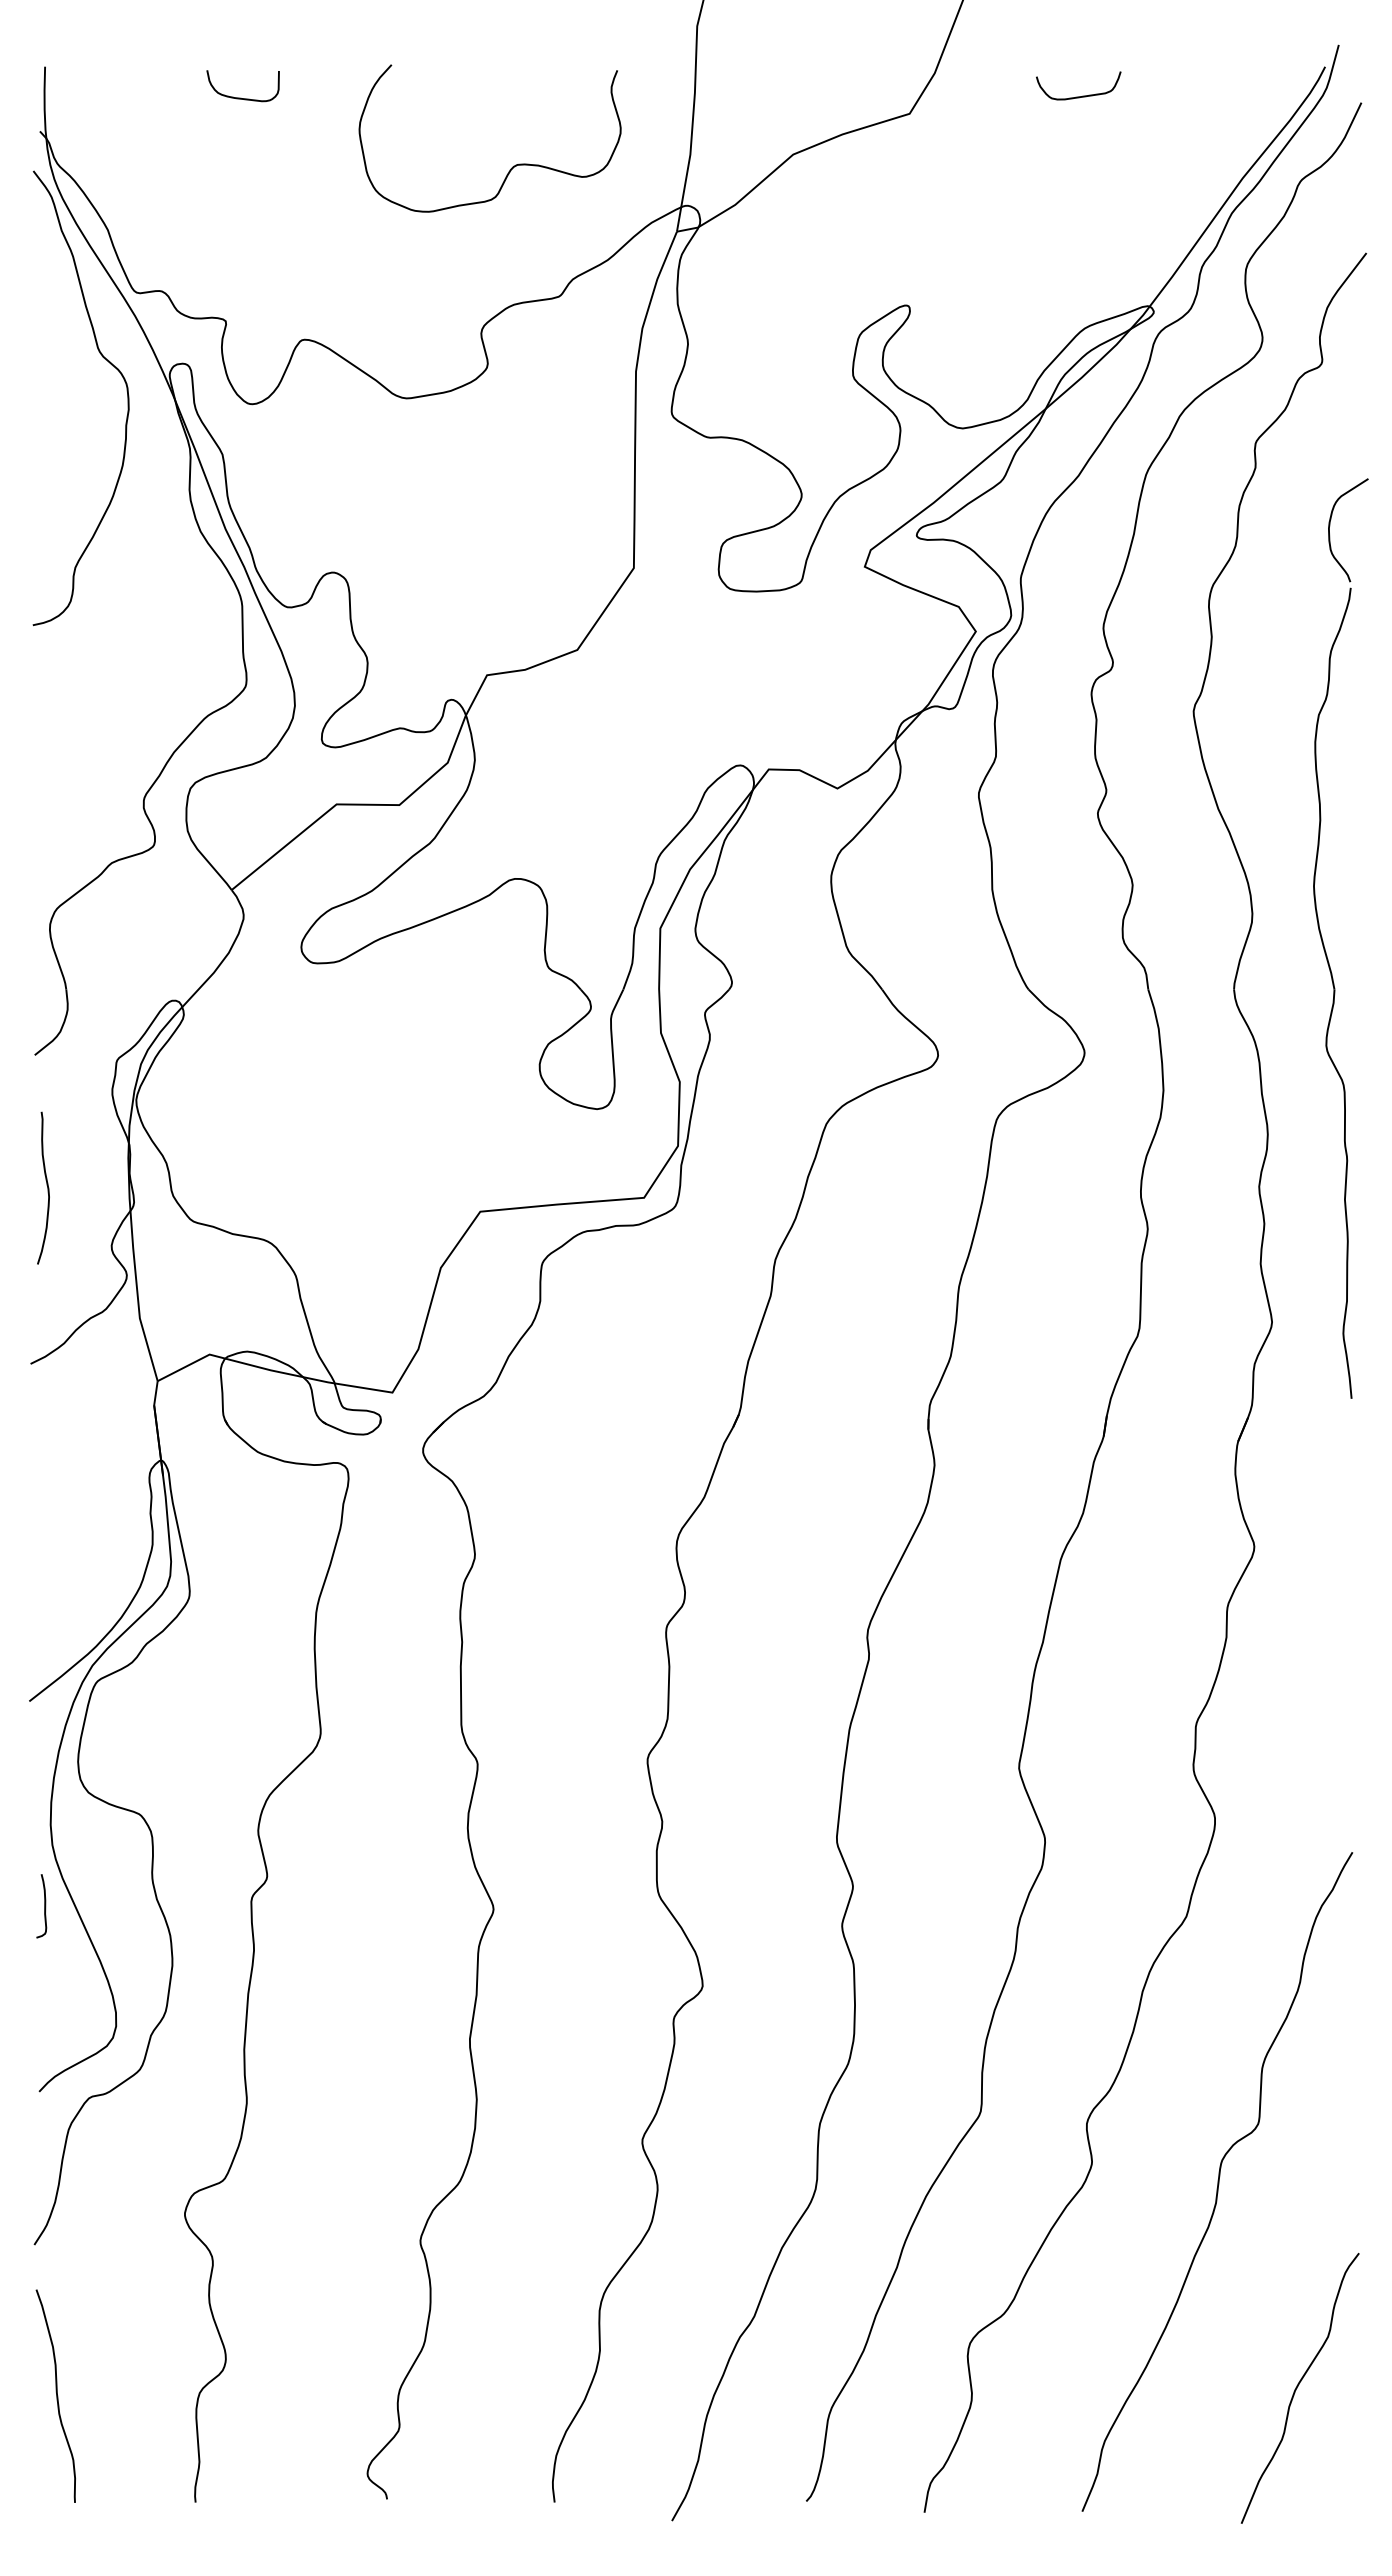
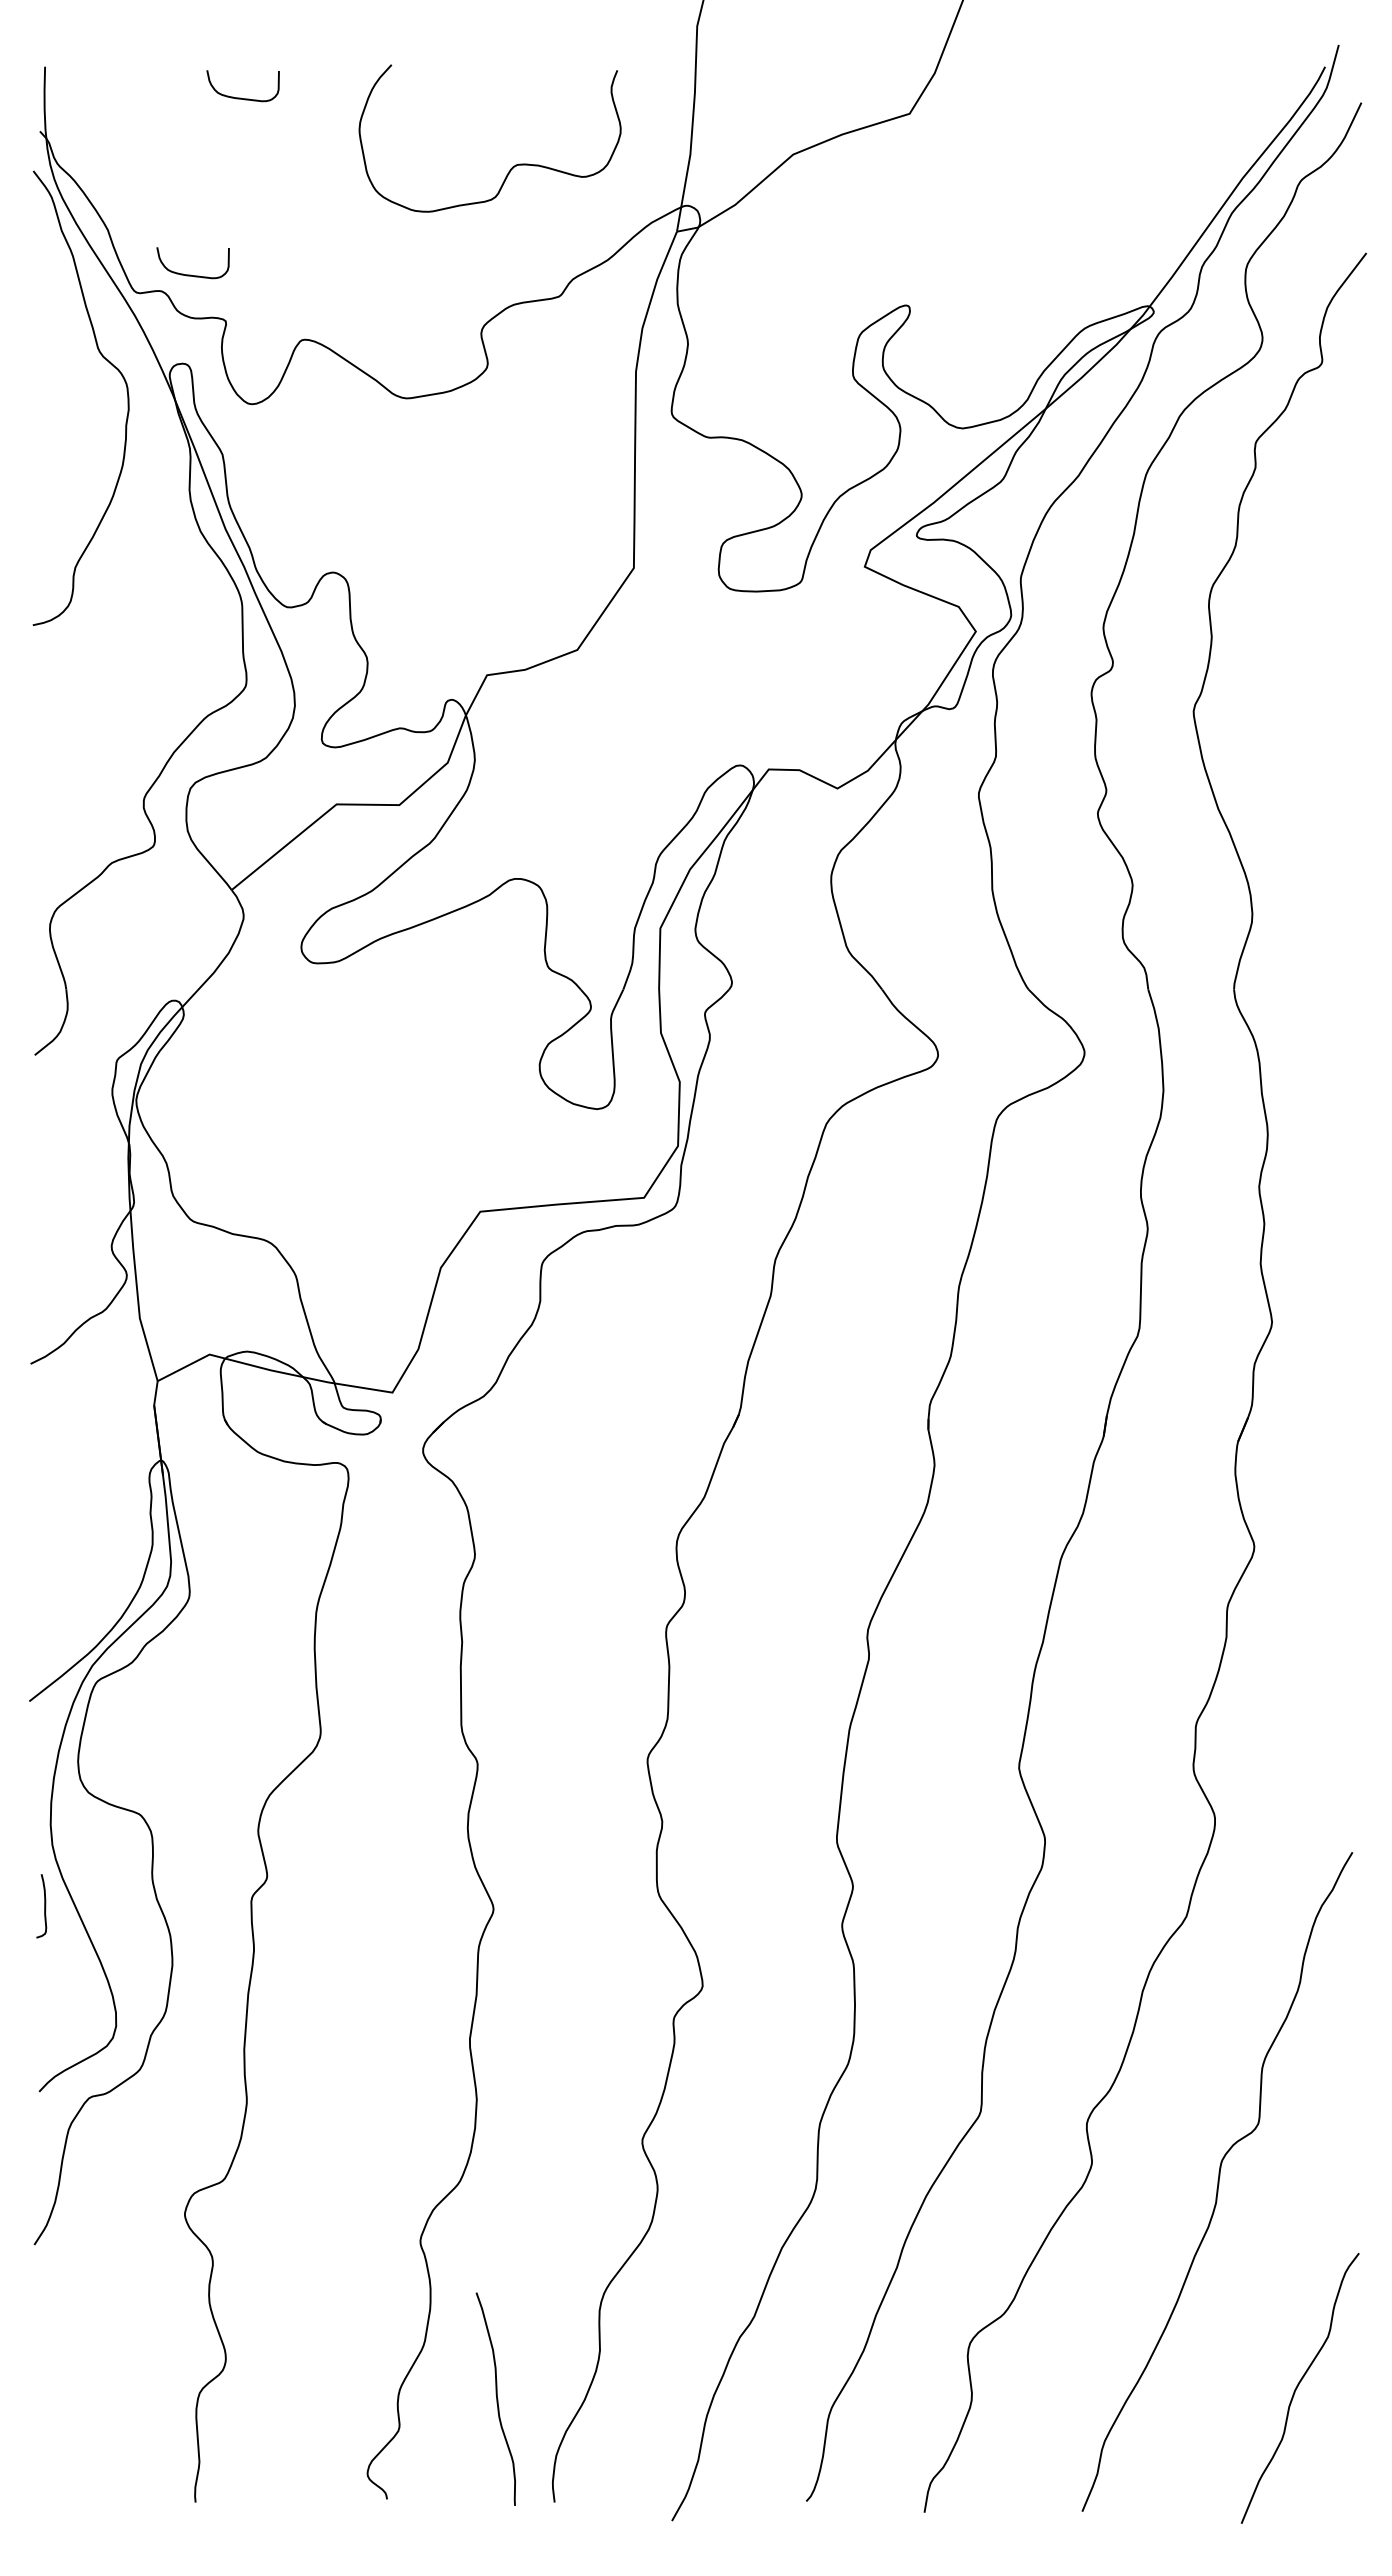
curve at (1082, 95): present -> none
curve at (191, 274): none -> present
part at (1324, 944): present -> none
curve at (46, 1185): present -> none
curve at (56, 2395) position: (56, 2395) -> (496, 2398)
